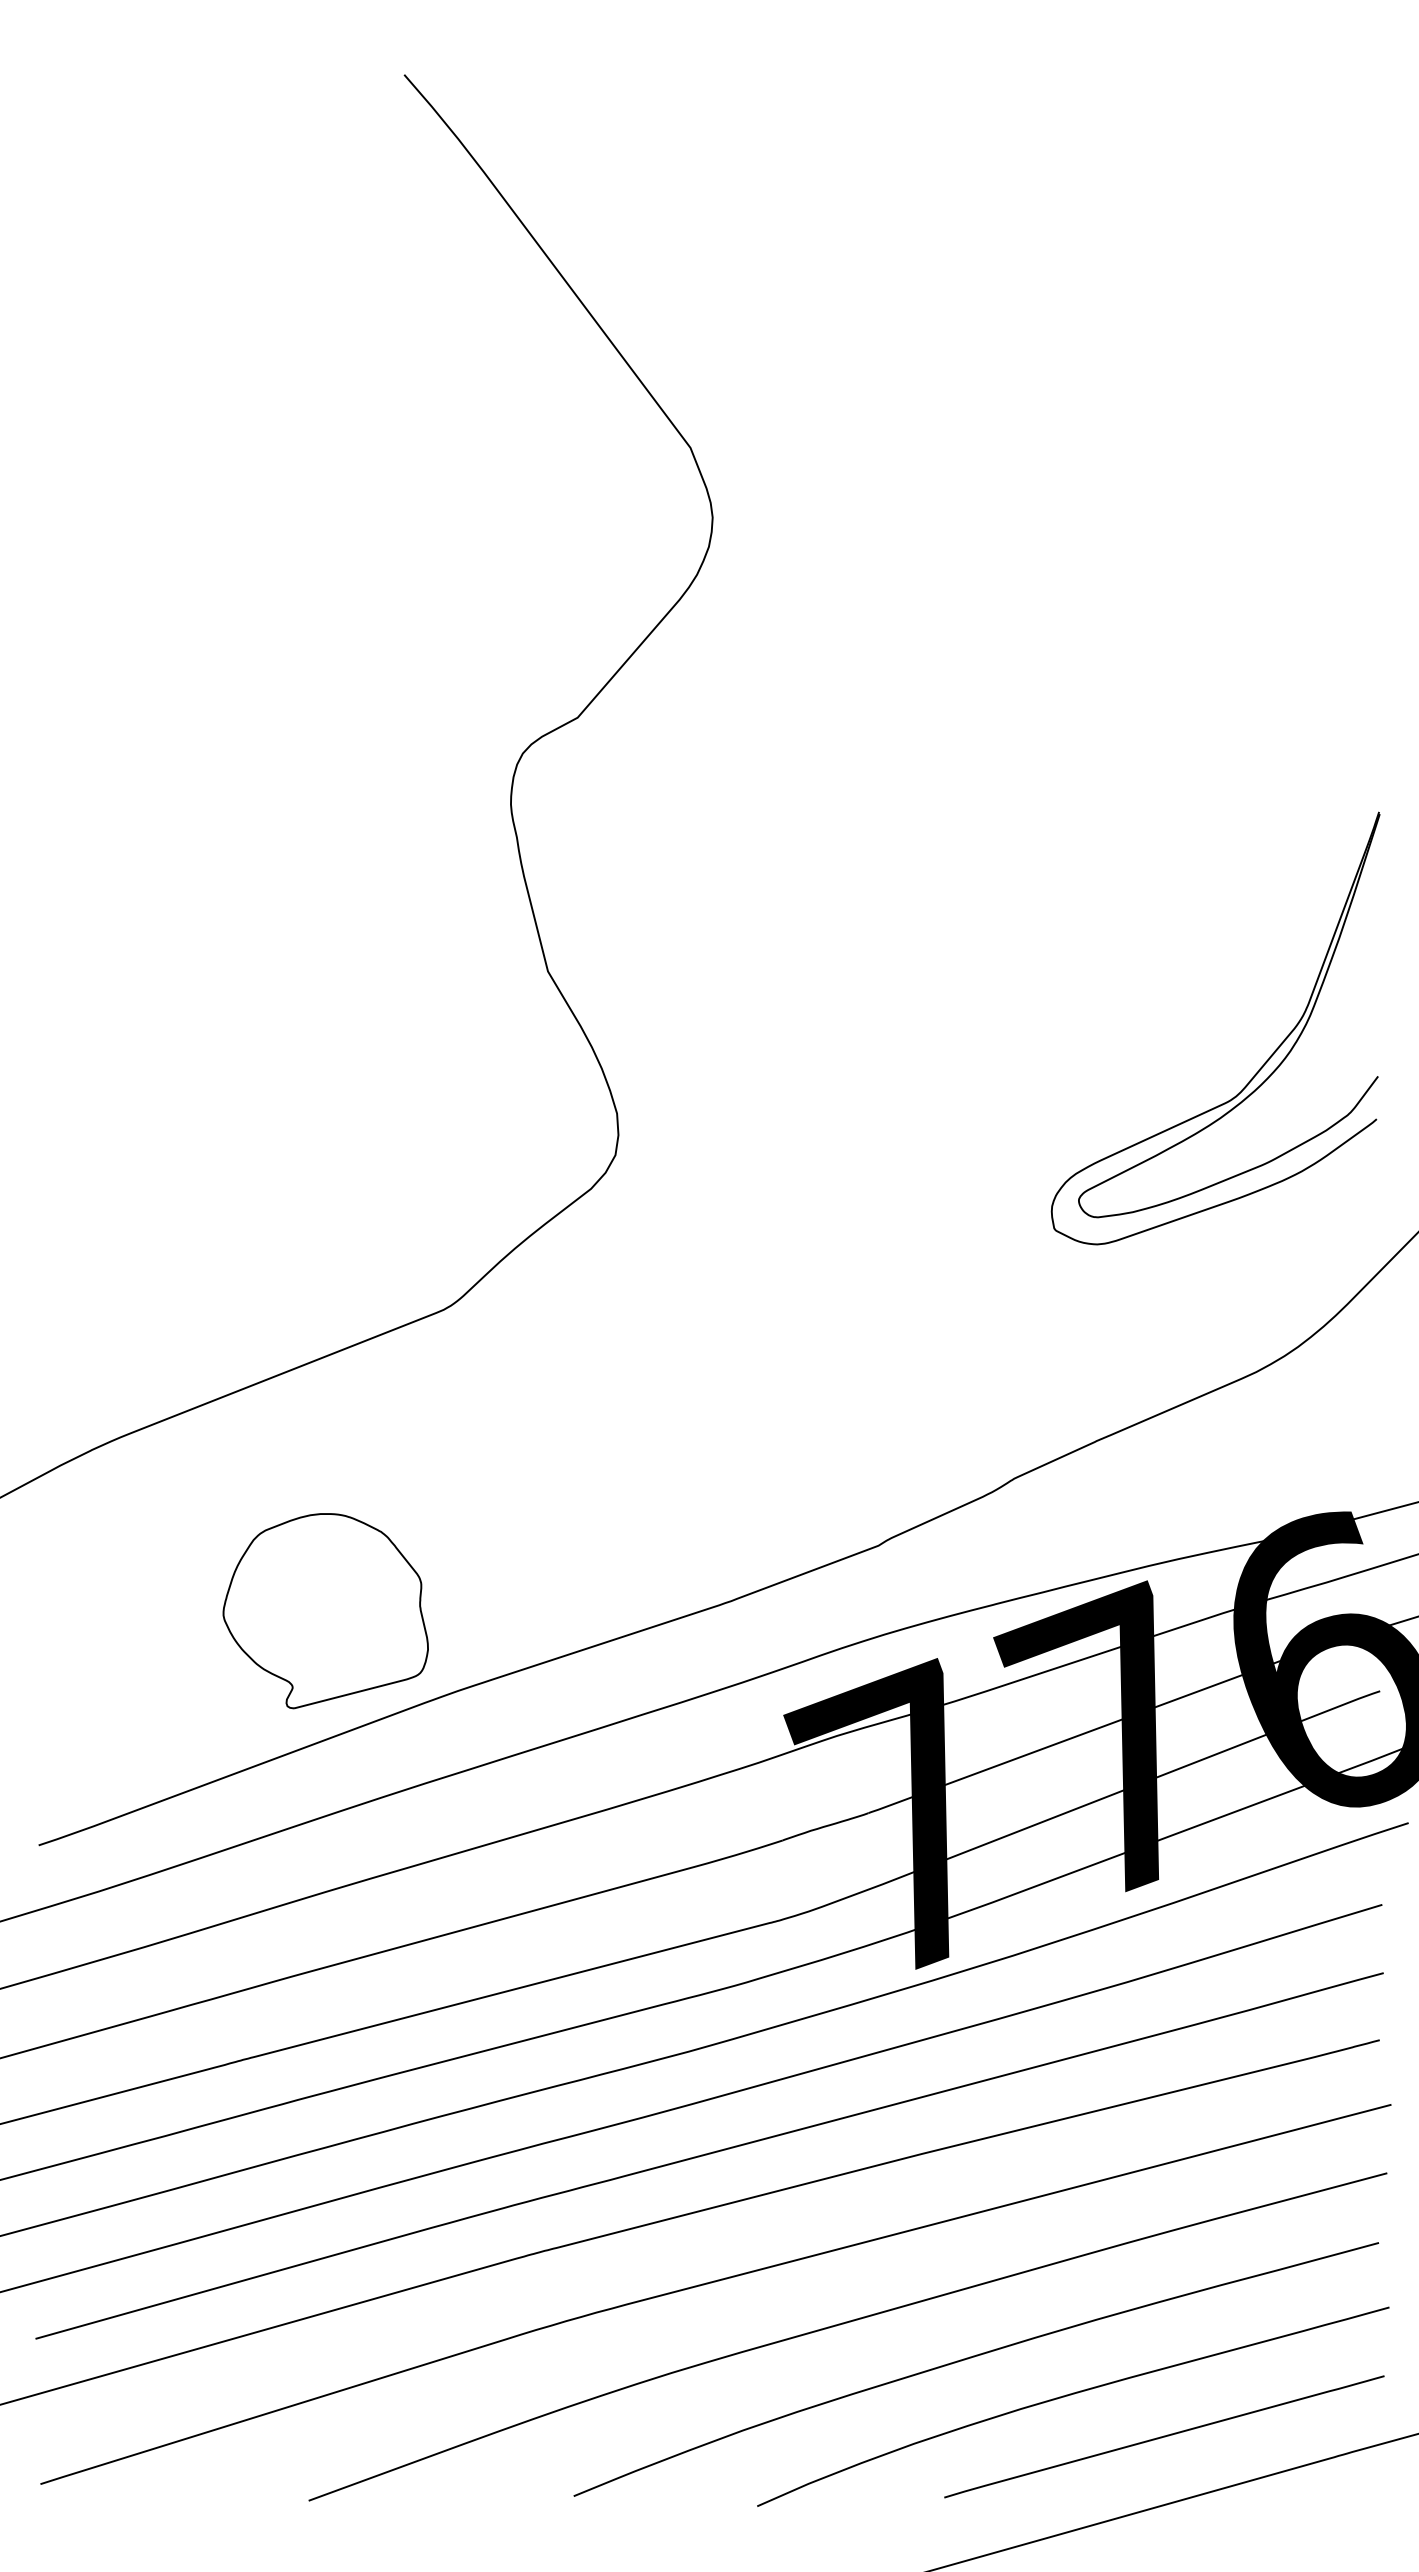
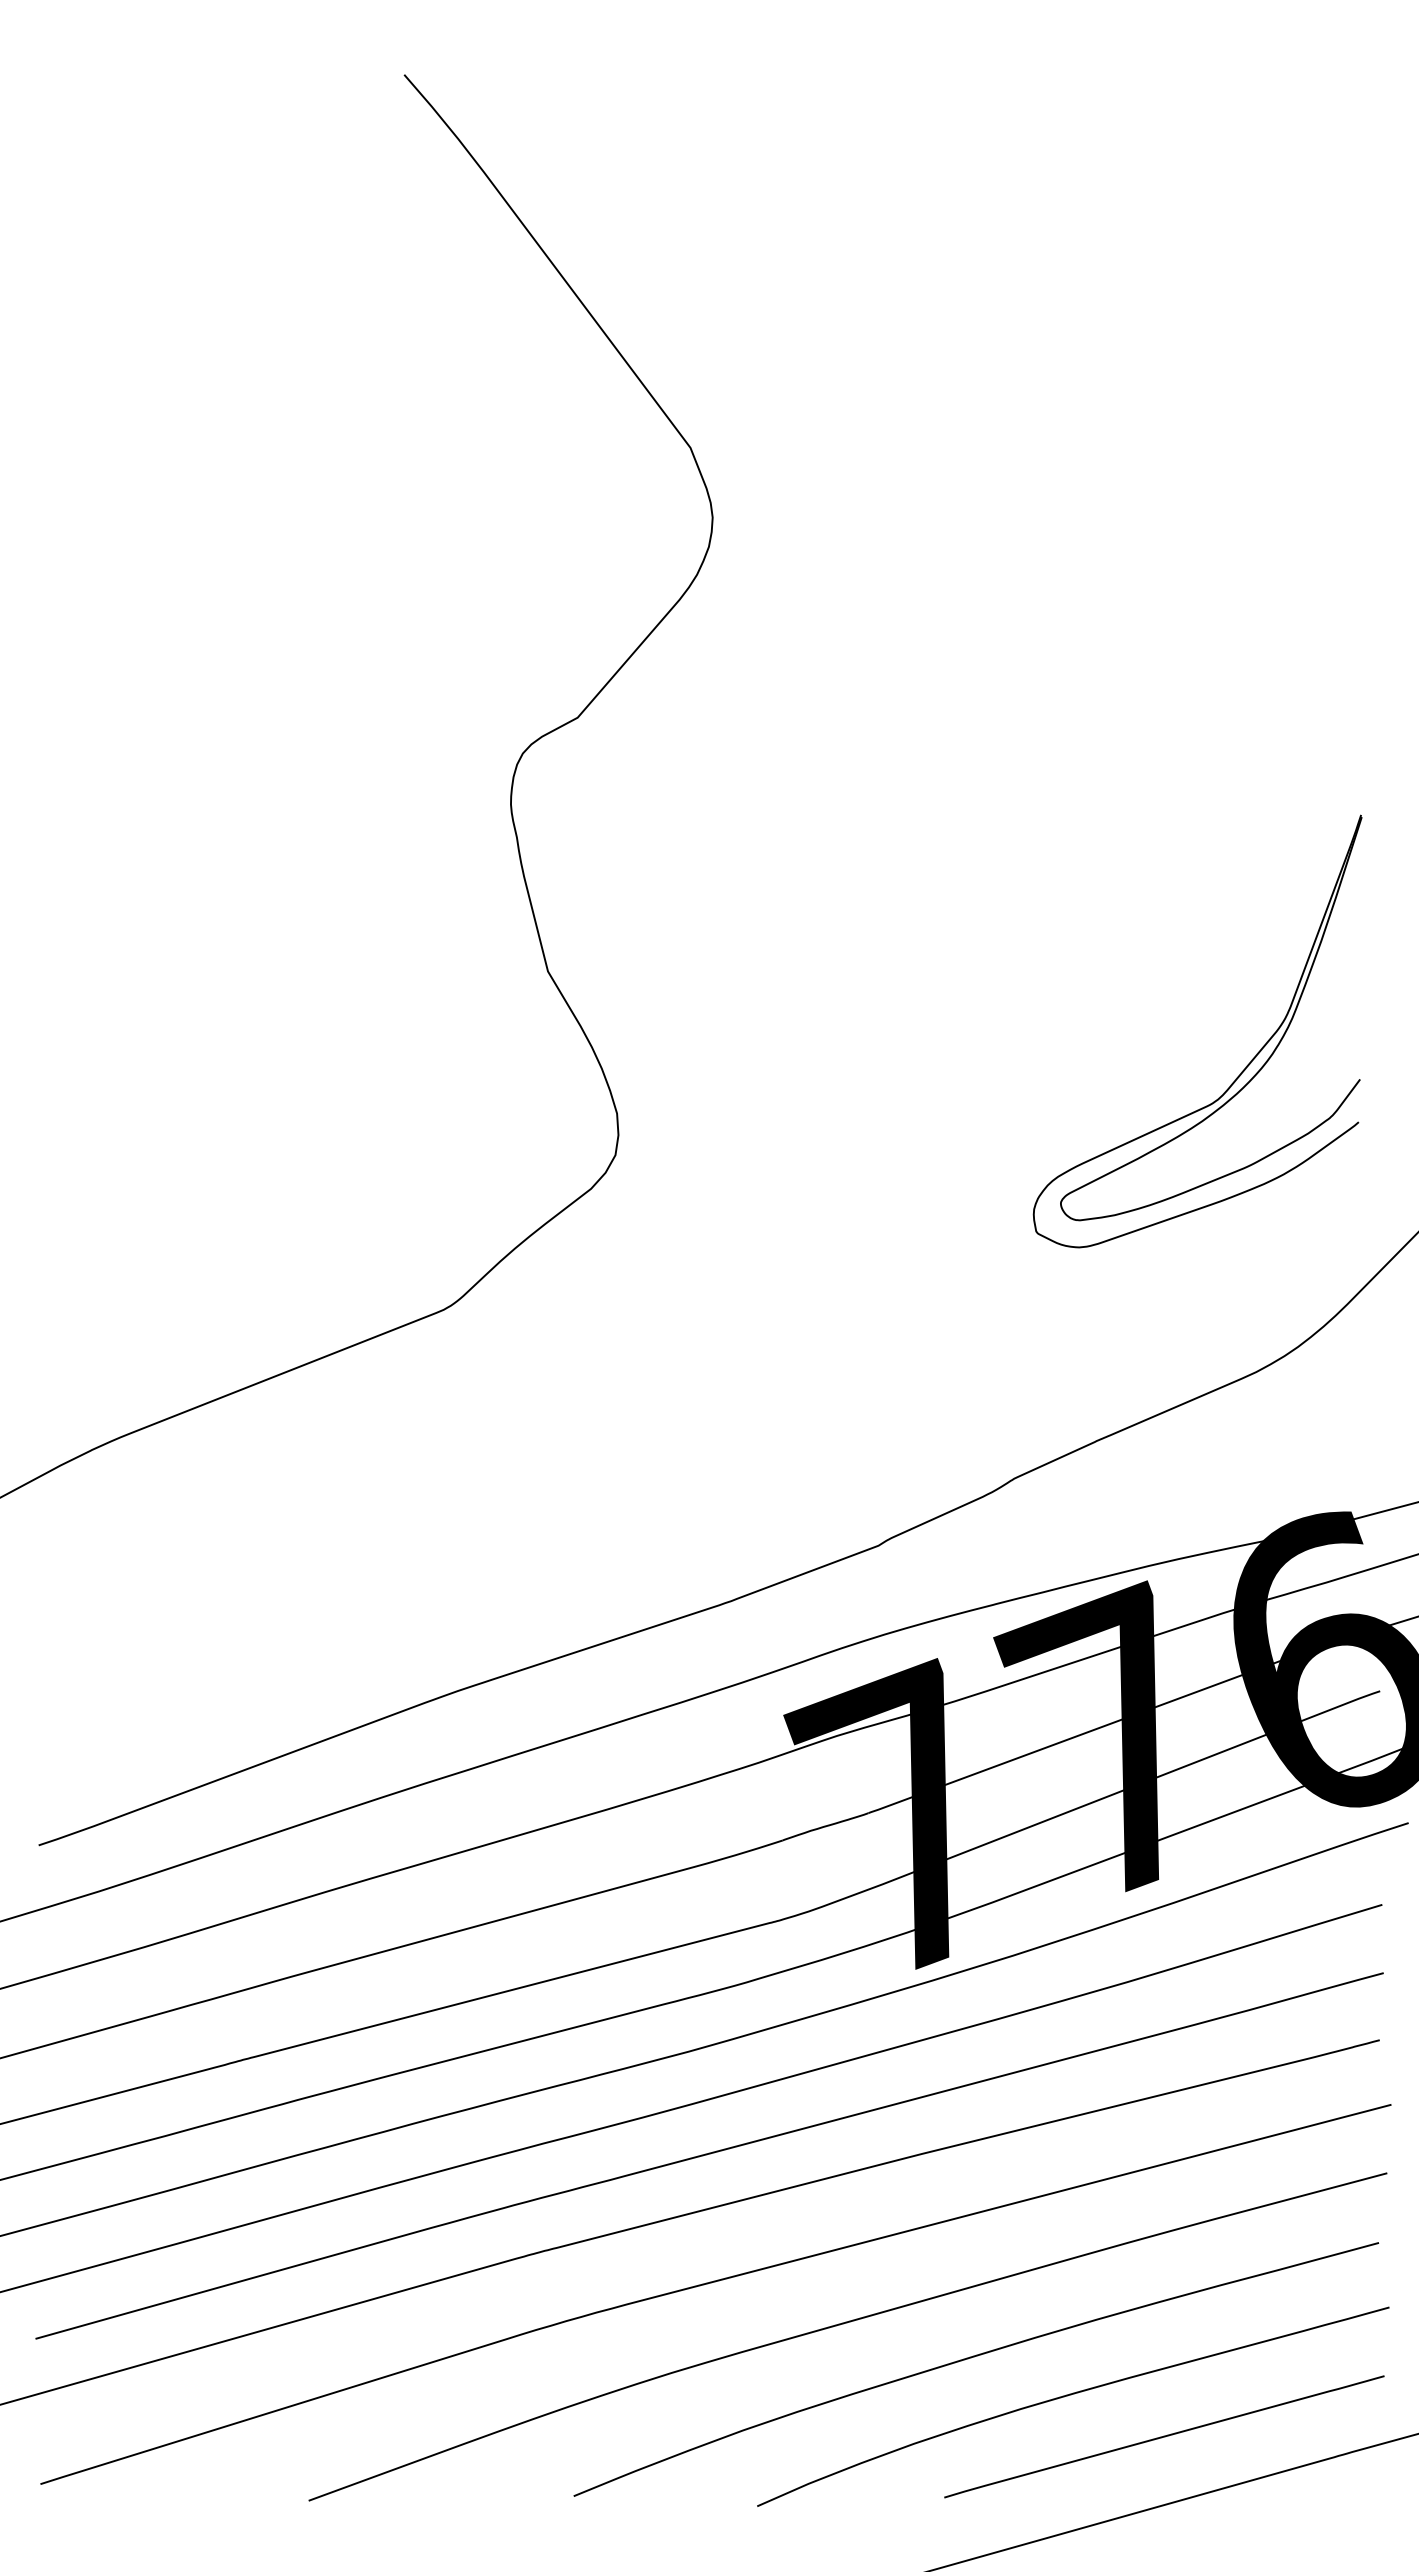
part at (1259, 1068) position: (1259, 1068) -> (1241, 1071)
part at (325, 1611): present -> none
